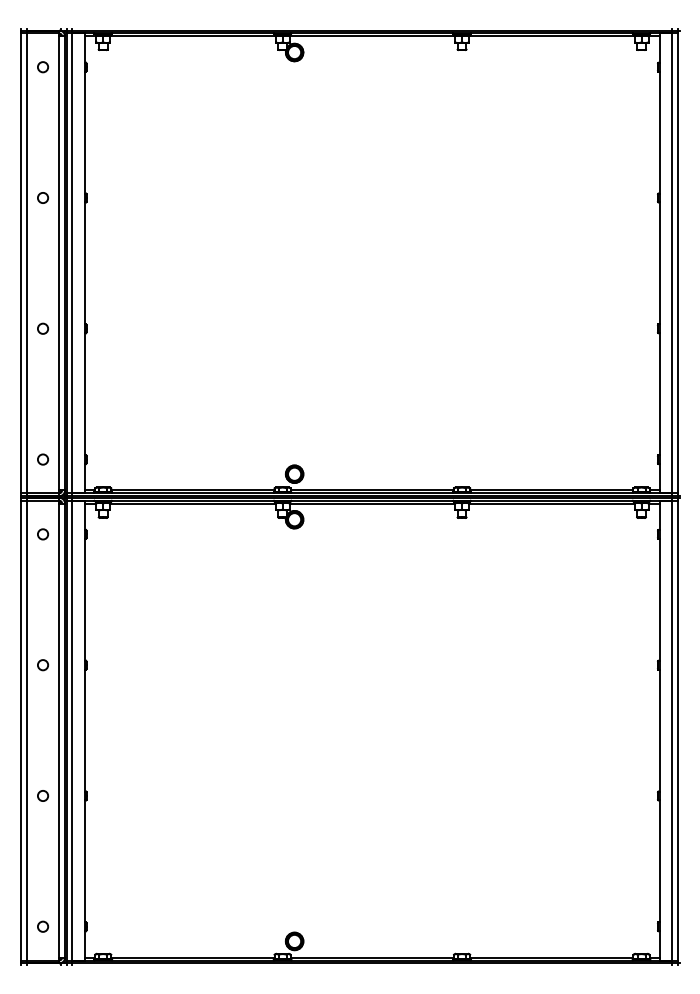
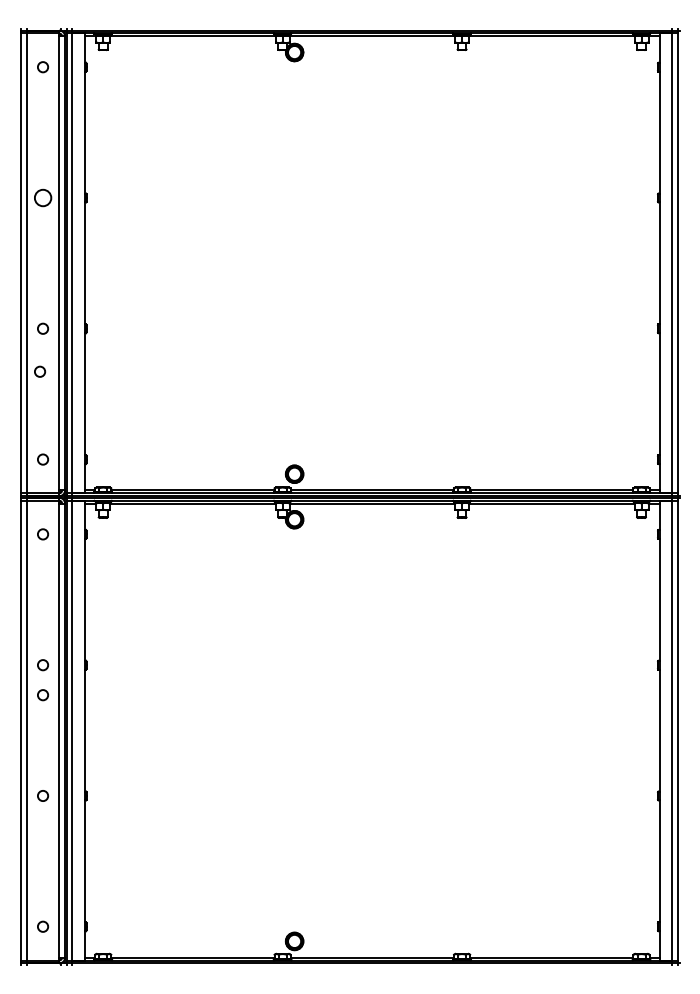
circle at (42, 197) size: 12x12 px -> 19x20 px
circle at (40, 371): none -> present
circle at (43, 695): none -> present
